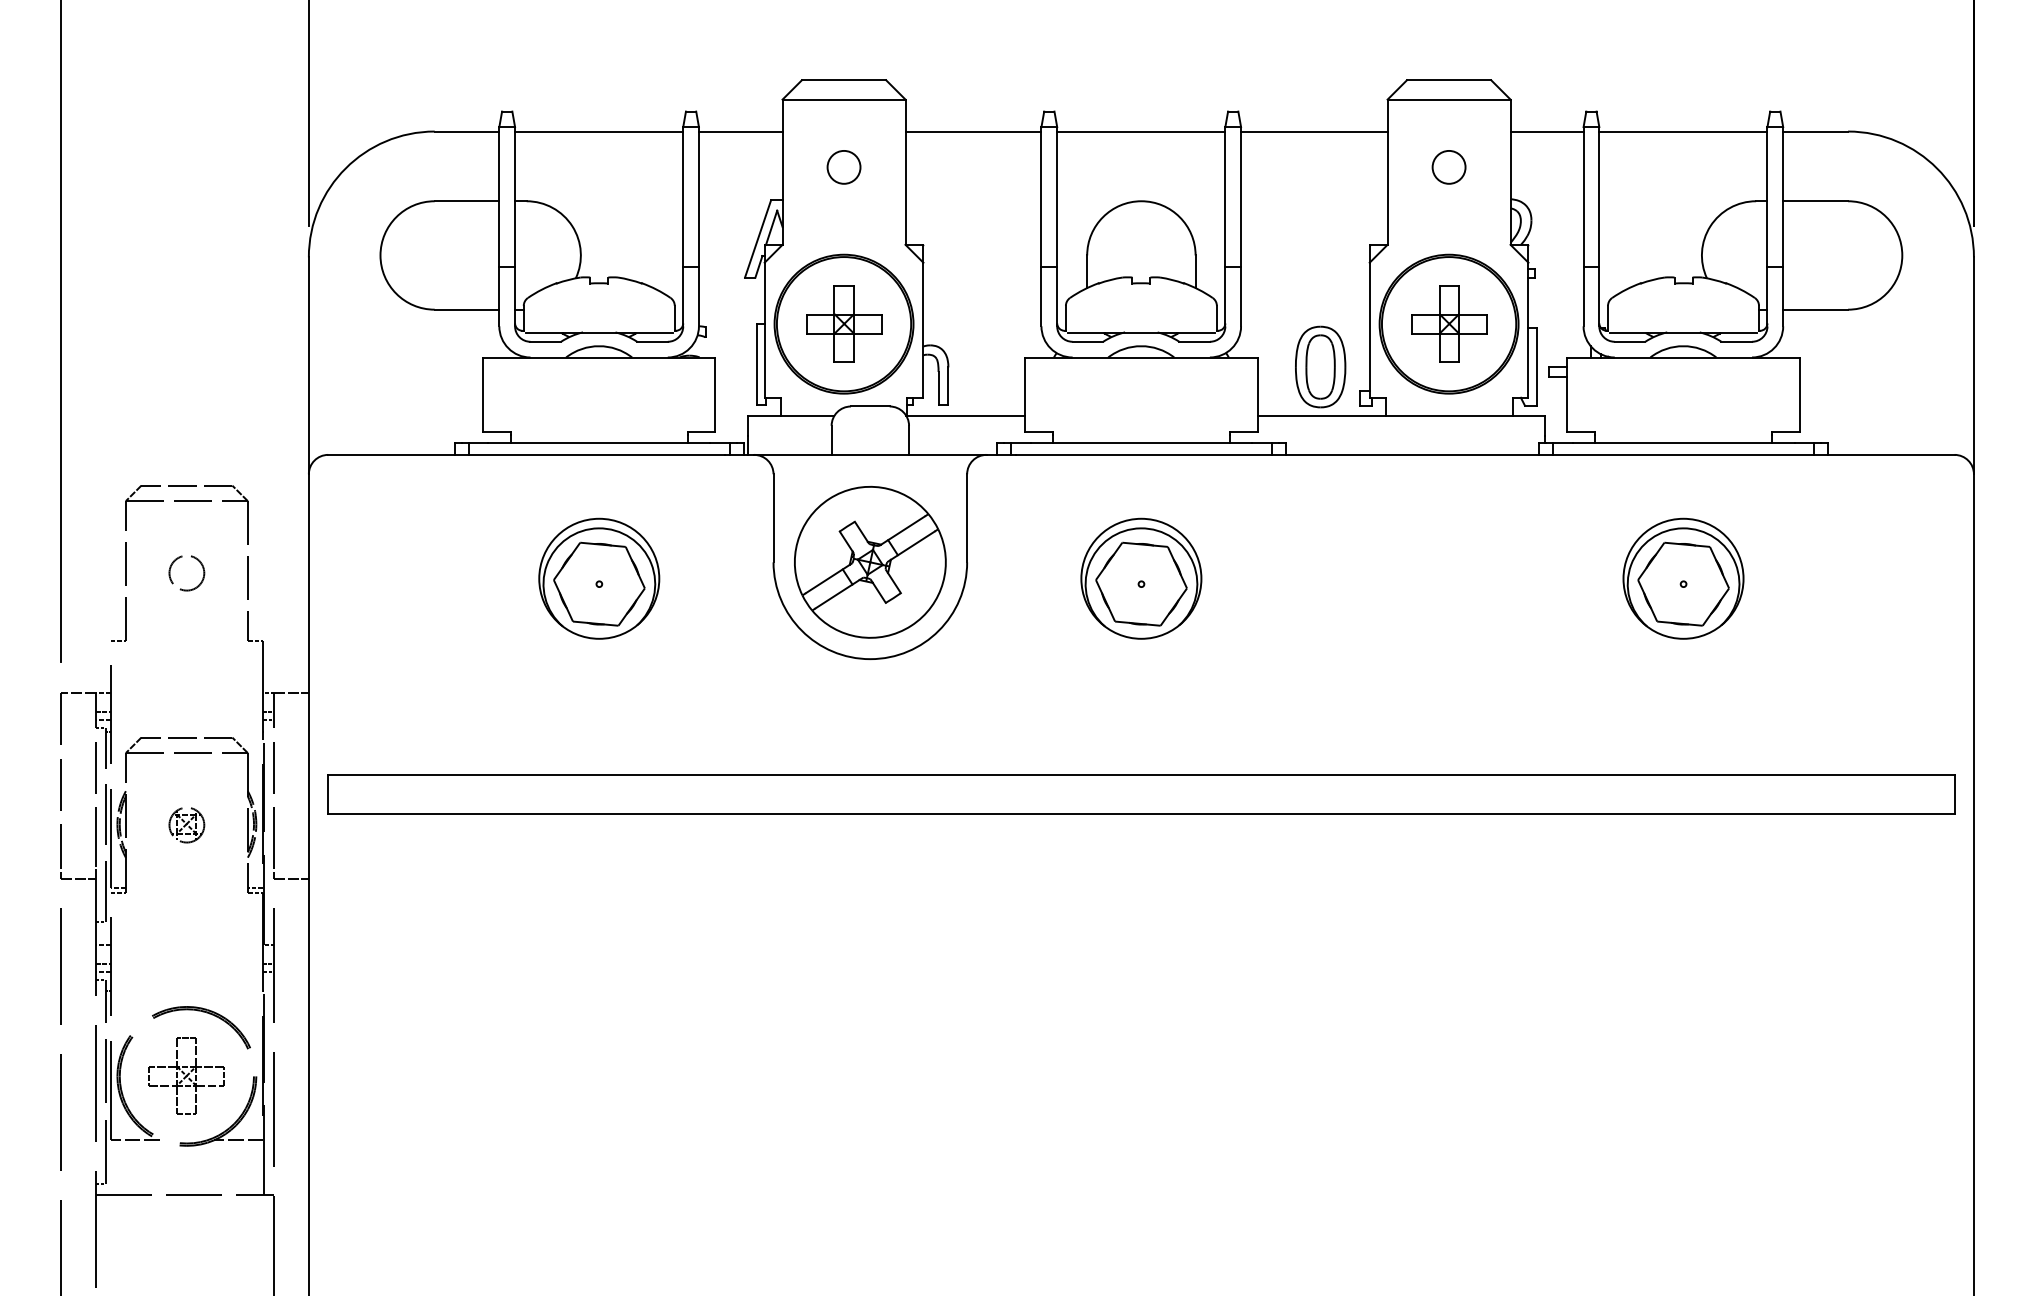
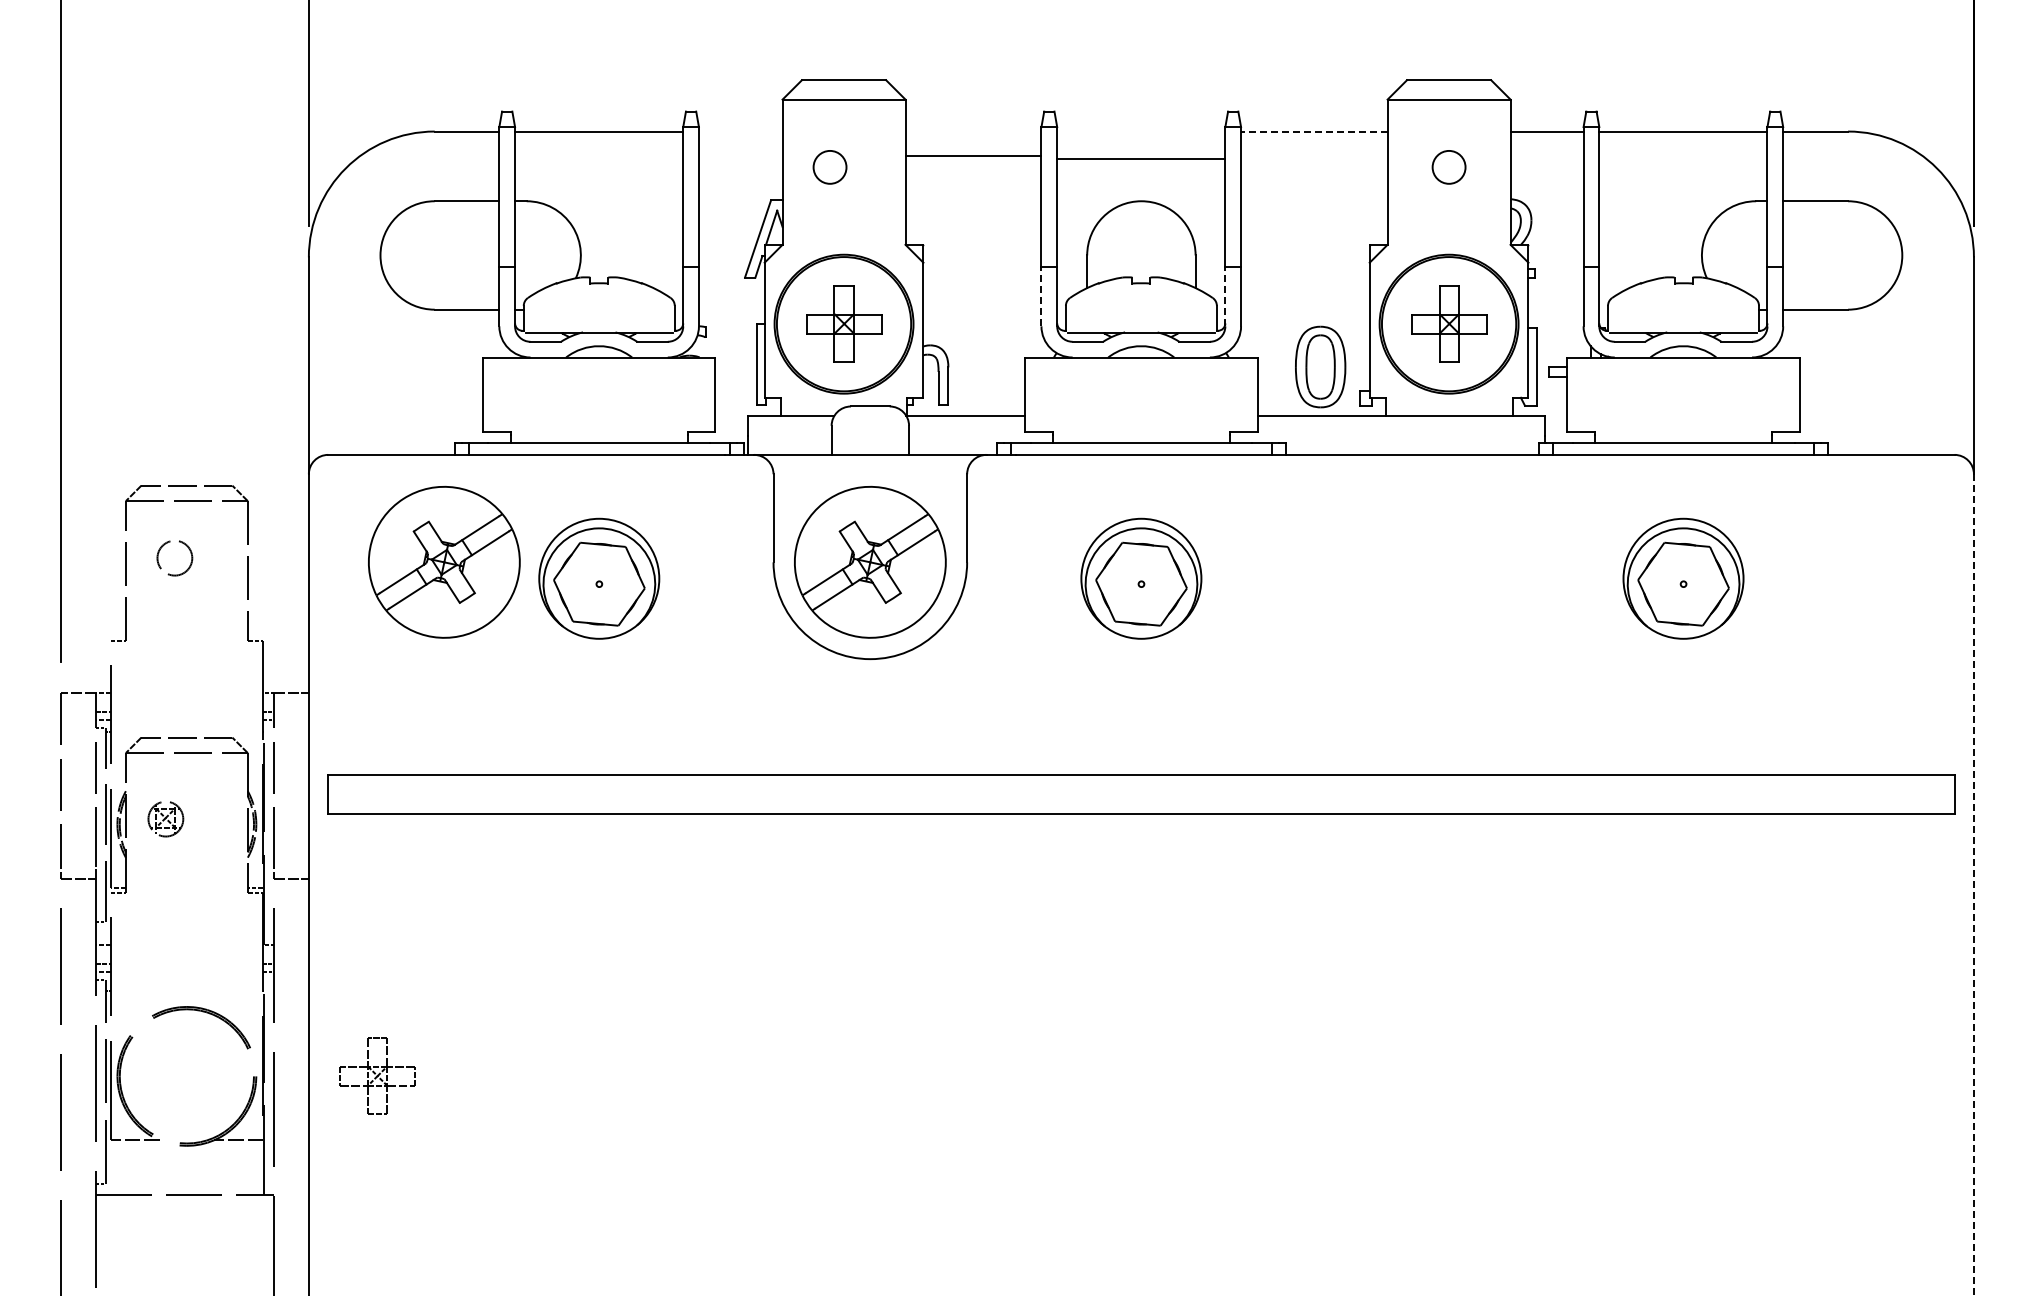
line at (740, 131): present -> none
line at (973, 131) position: (973, 131) -> (973, 155)
line at (1141, 131) position: (1141, 131) -> (1141, 158)
line at (1313, 131): solid -> dashed
circle at (843, 167) position: (843, 167) -> (829, 167)
line at (1041, 296): solid -> dashed
line at (1225, 296): solid -> dashed
part at (444, 561): none -> present
circle at (186, 573) position: (186, 573) -> (174, 558)
part at (186, 825) position: (186, 825) -> (165, 819)
line at (1973, 885): solid -> dashed
part at (186, 1075) position: (186, 1075) -> (377, 1075)
